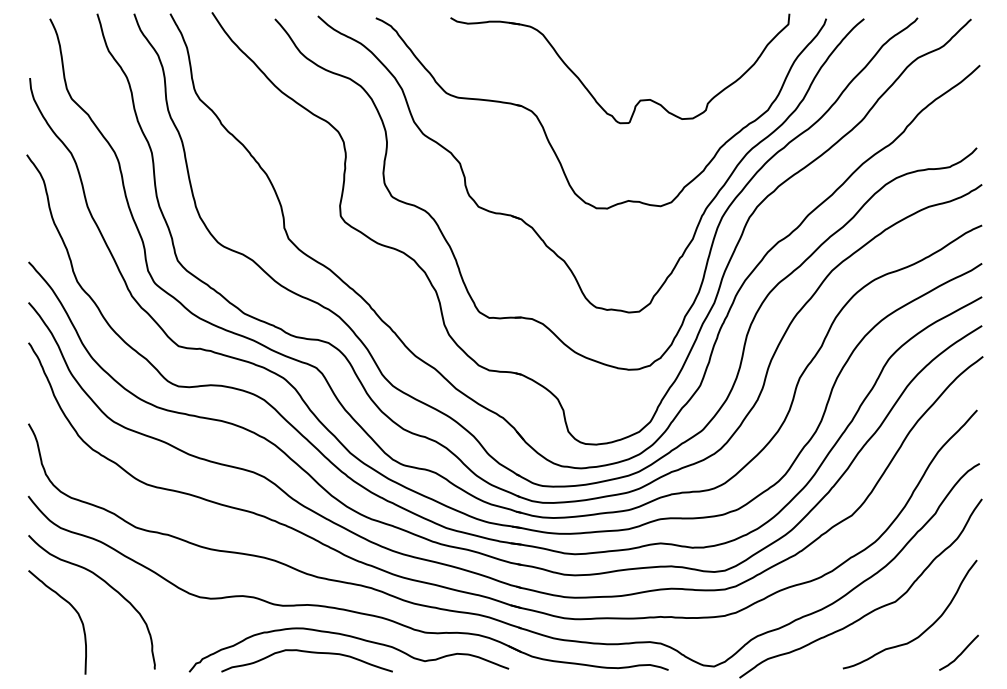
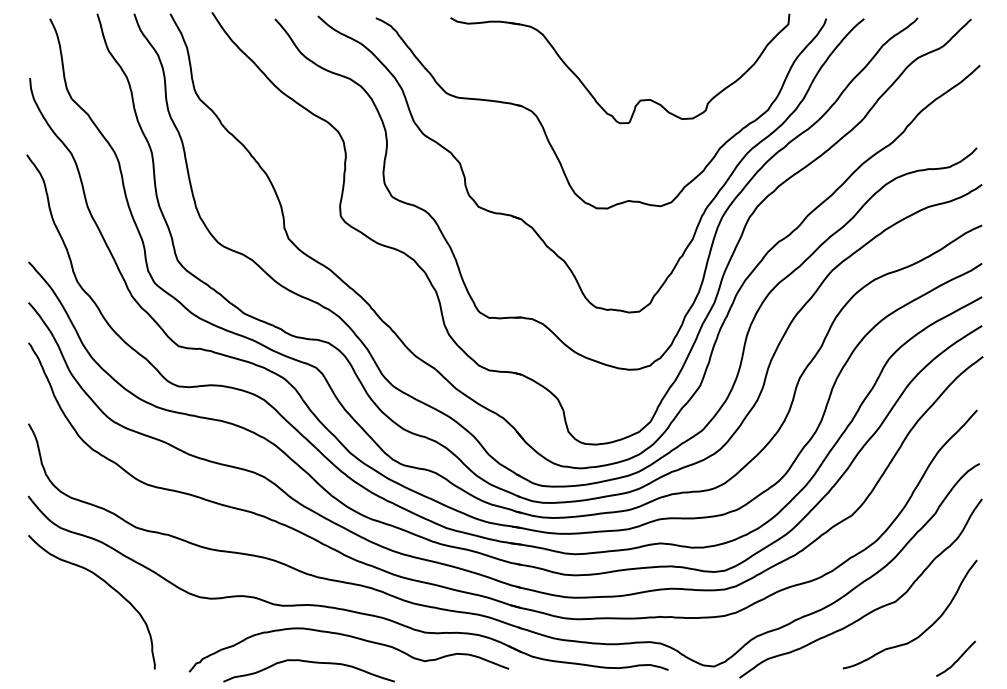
curve at (72, 608): present -> none
curve at (306, 652) position: (306, 652) -> (308, 662)
curve at (960, 653) position: (960, 653) -> (957, 659)
